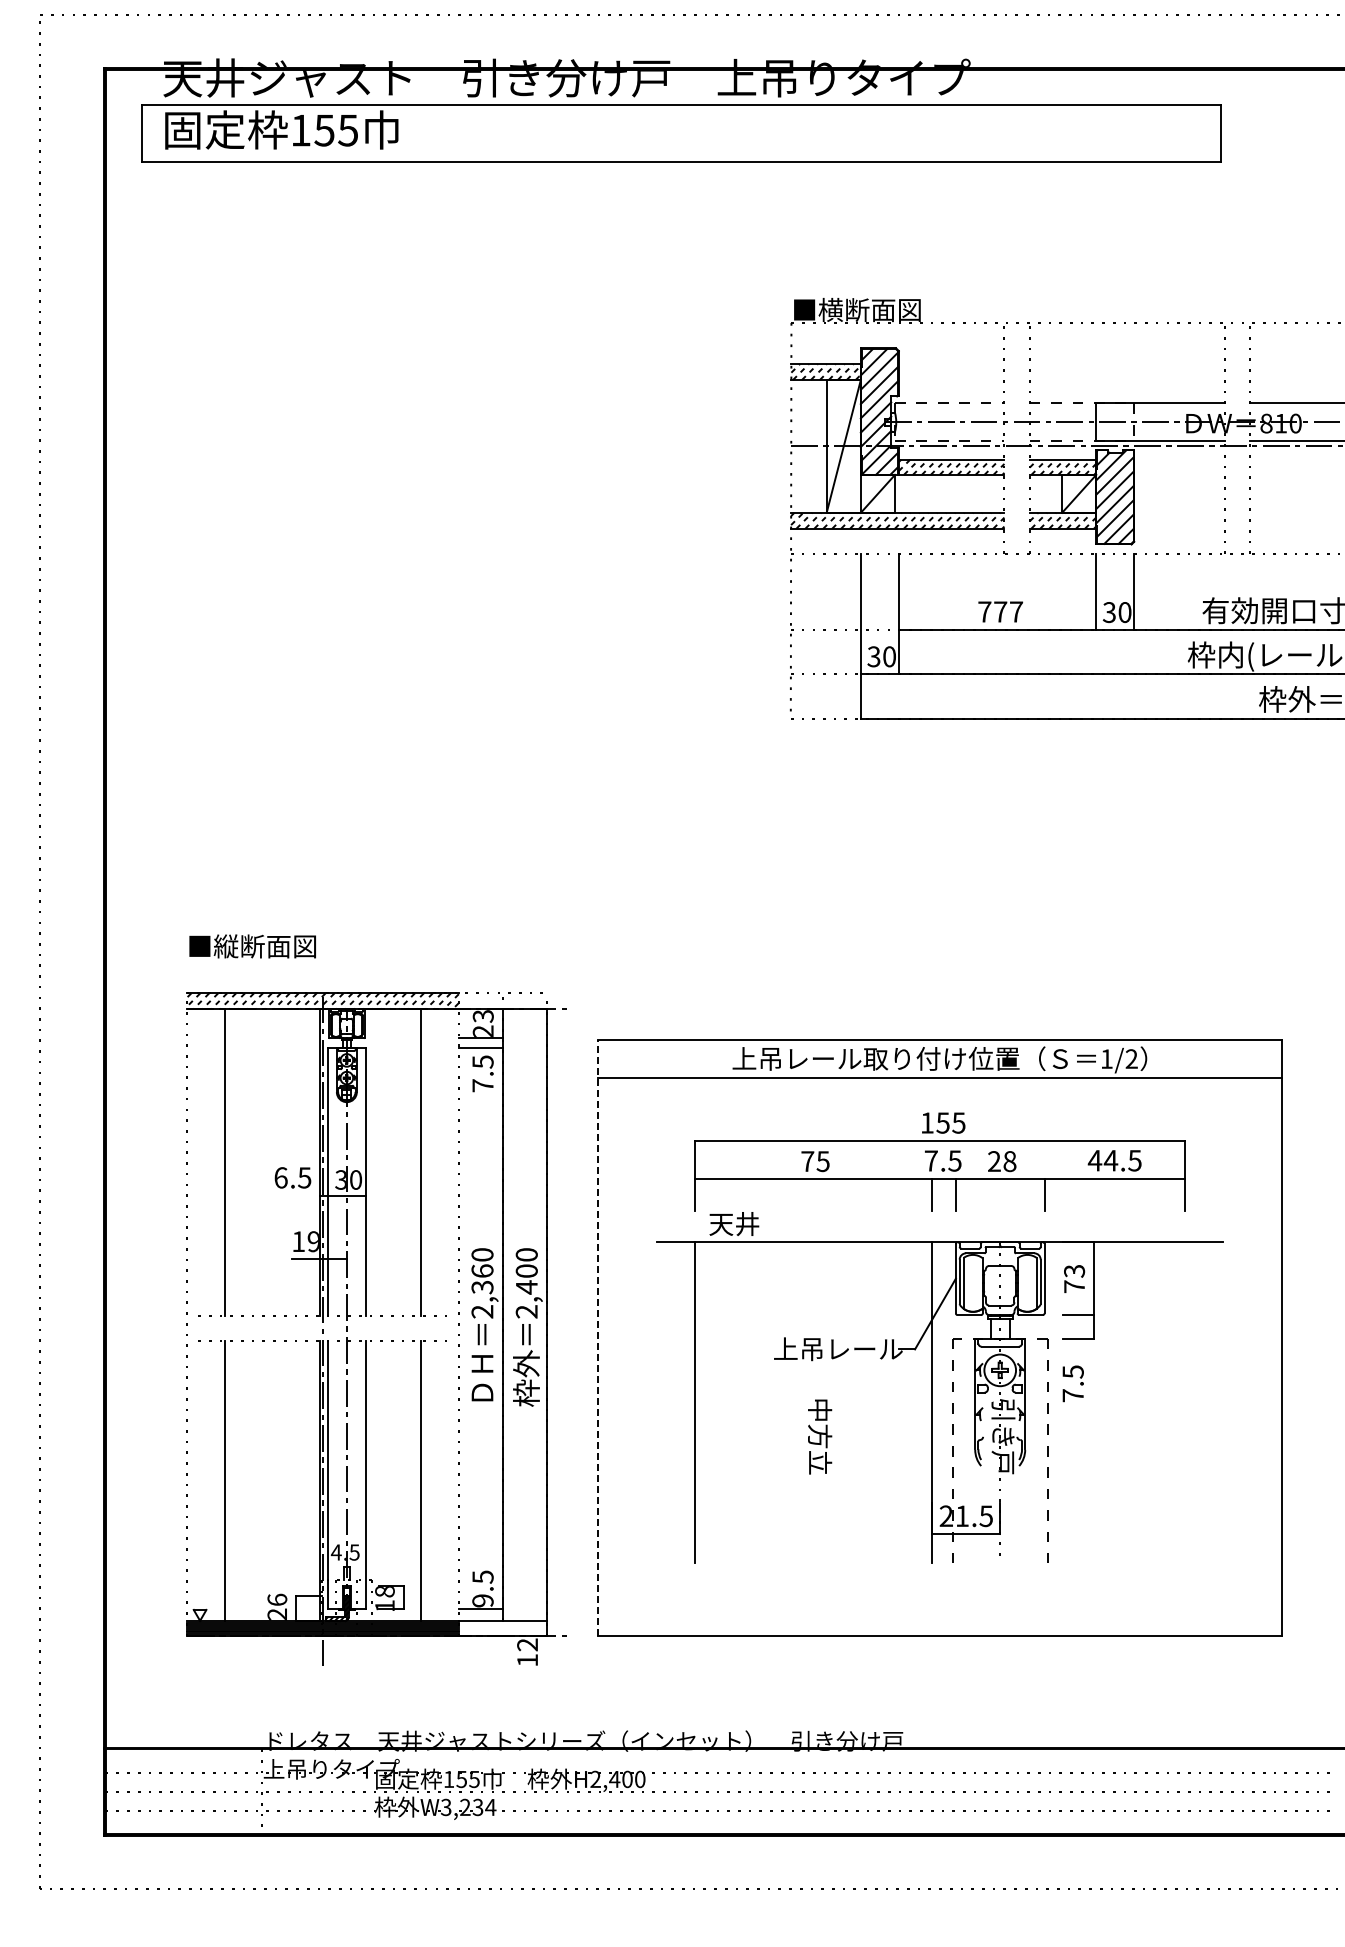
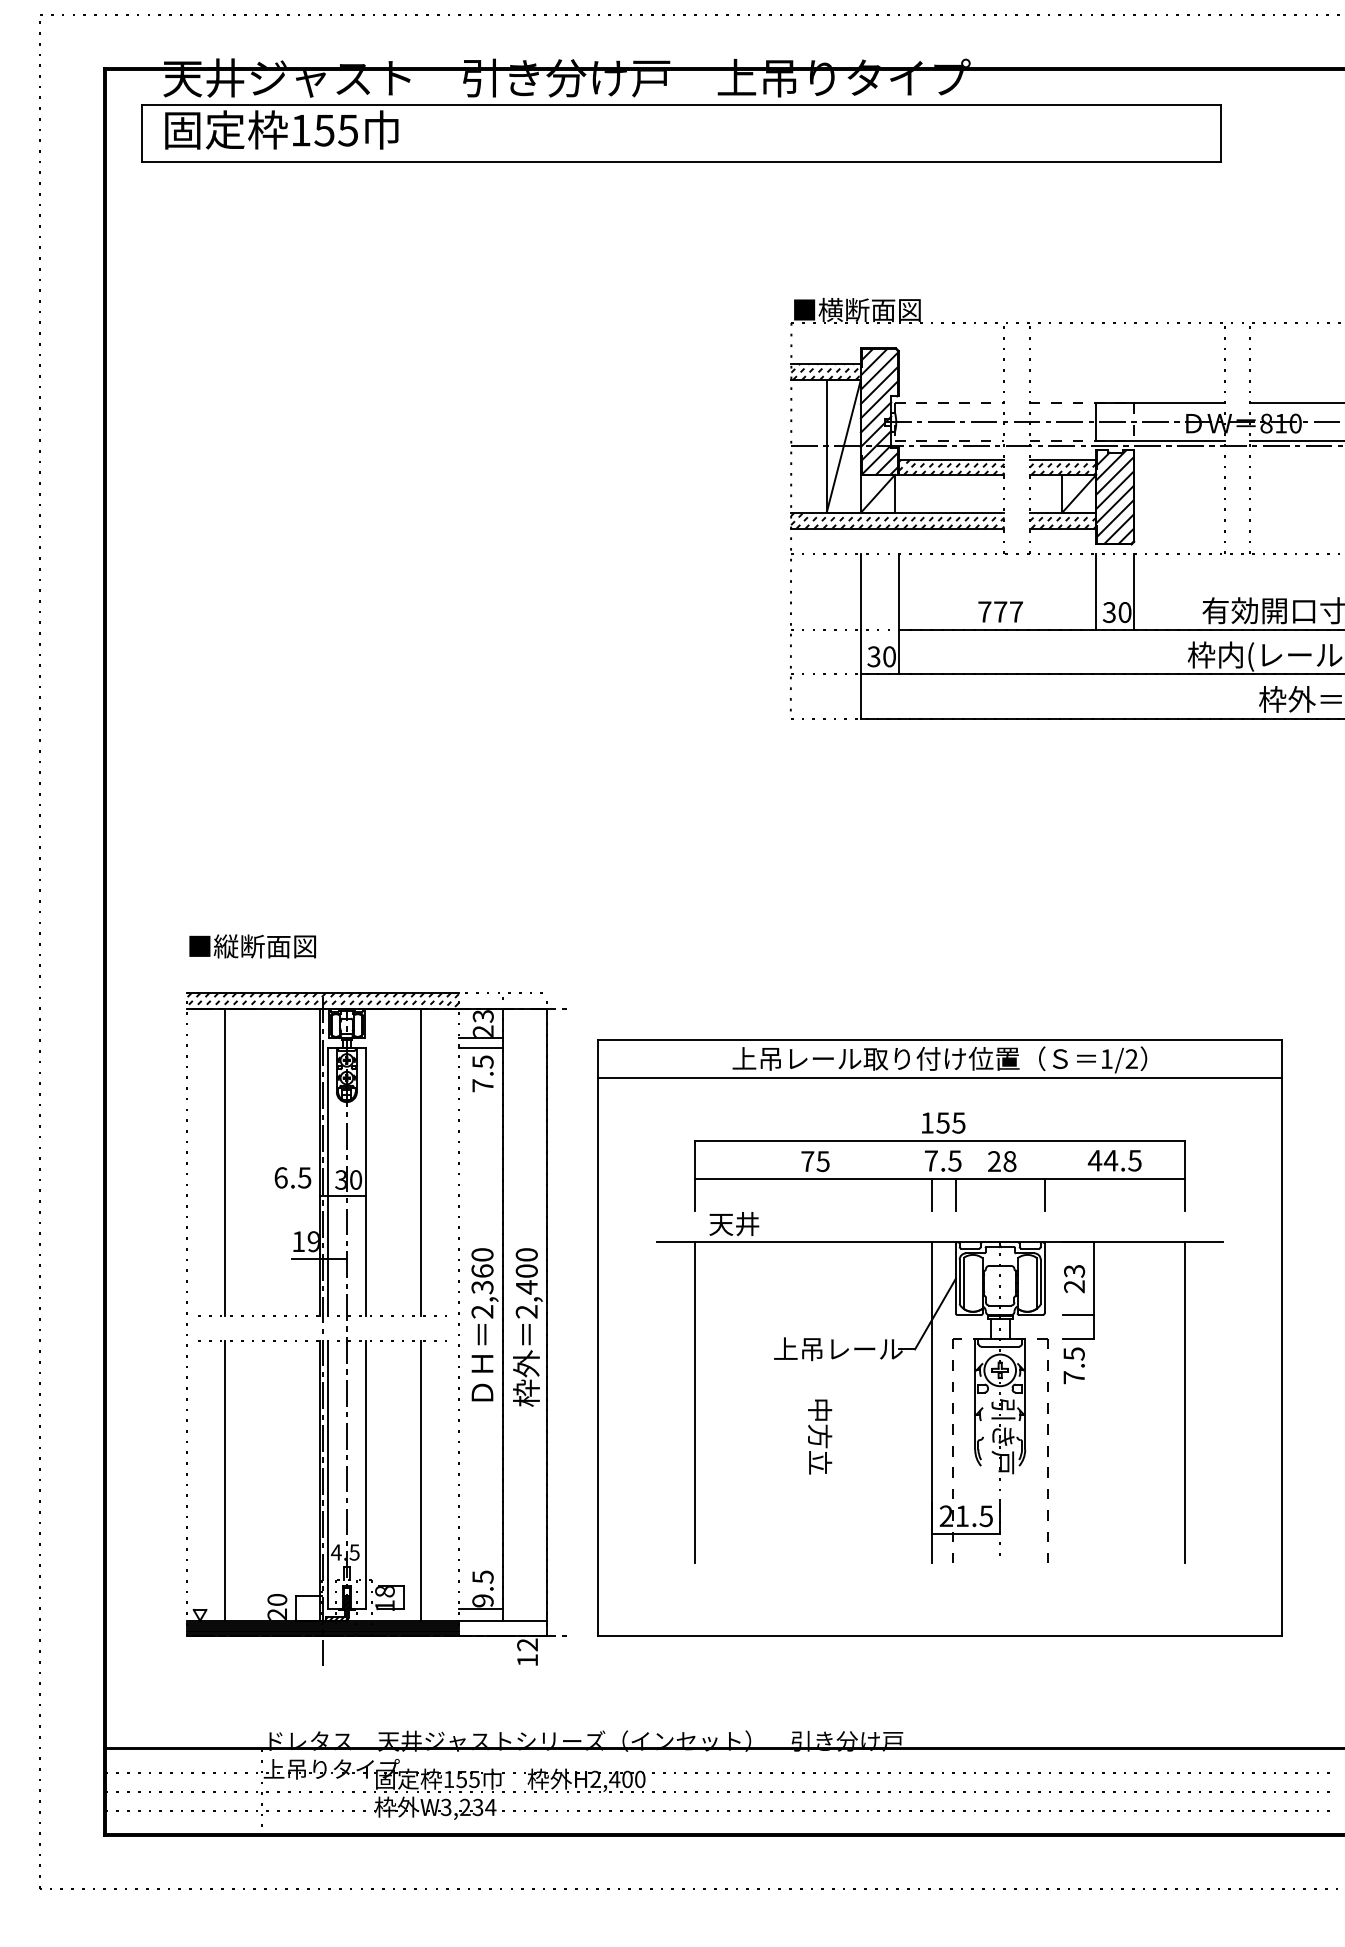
text at (1074, 1286): 73 -> 23
line at (598, 1337): dashed -> solid
text at (1072, 1383) position: (1072, 1383) -> (1073, 1365)
line at (1185, 1402): none -> present
text at (277, 1599): 26 -> 20
